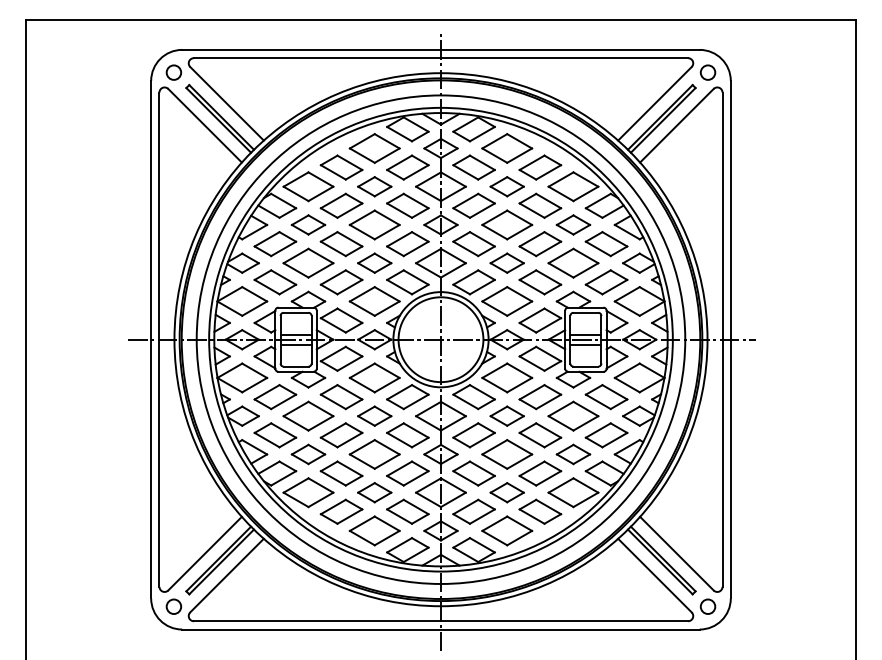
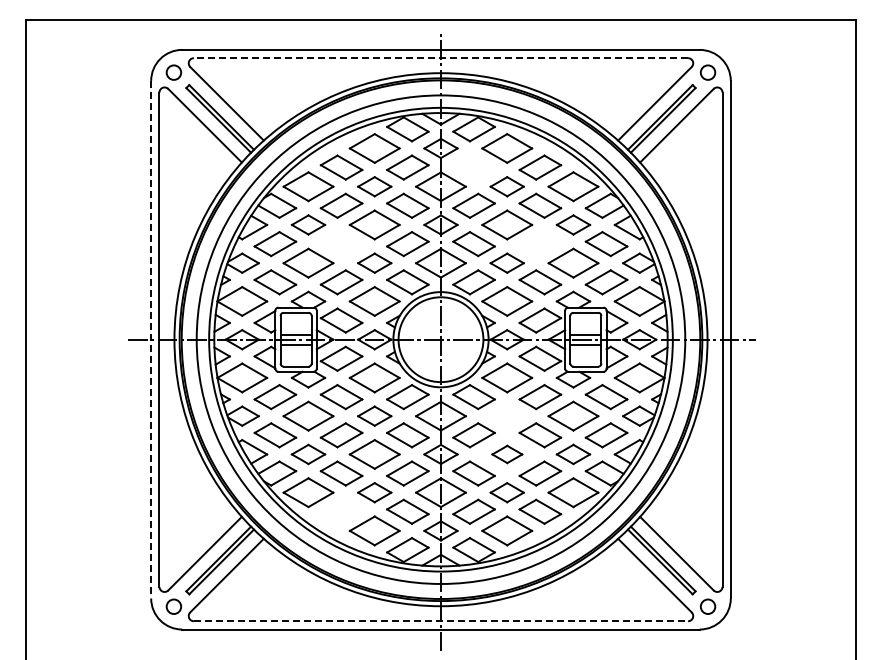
line at (440, 58): solid -> dashed
part at (473, 167): present -> none
part at (341, 244): present -> none
part at (540, 244): present -> none
line at (151, 339): solid -> dashed
part at (506, 415): present -> none
part at (507, 454) size: 53x31 px -> 33x21 px
part at (341, 511): present -> none
line at (441, 621): solid -> dashed
